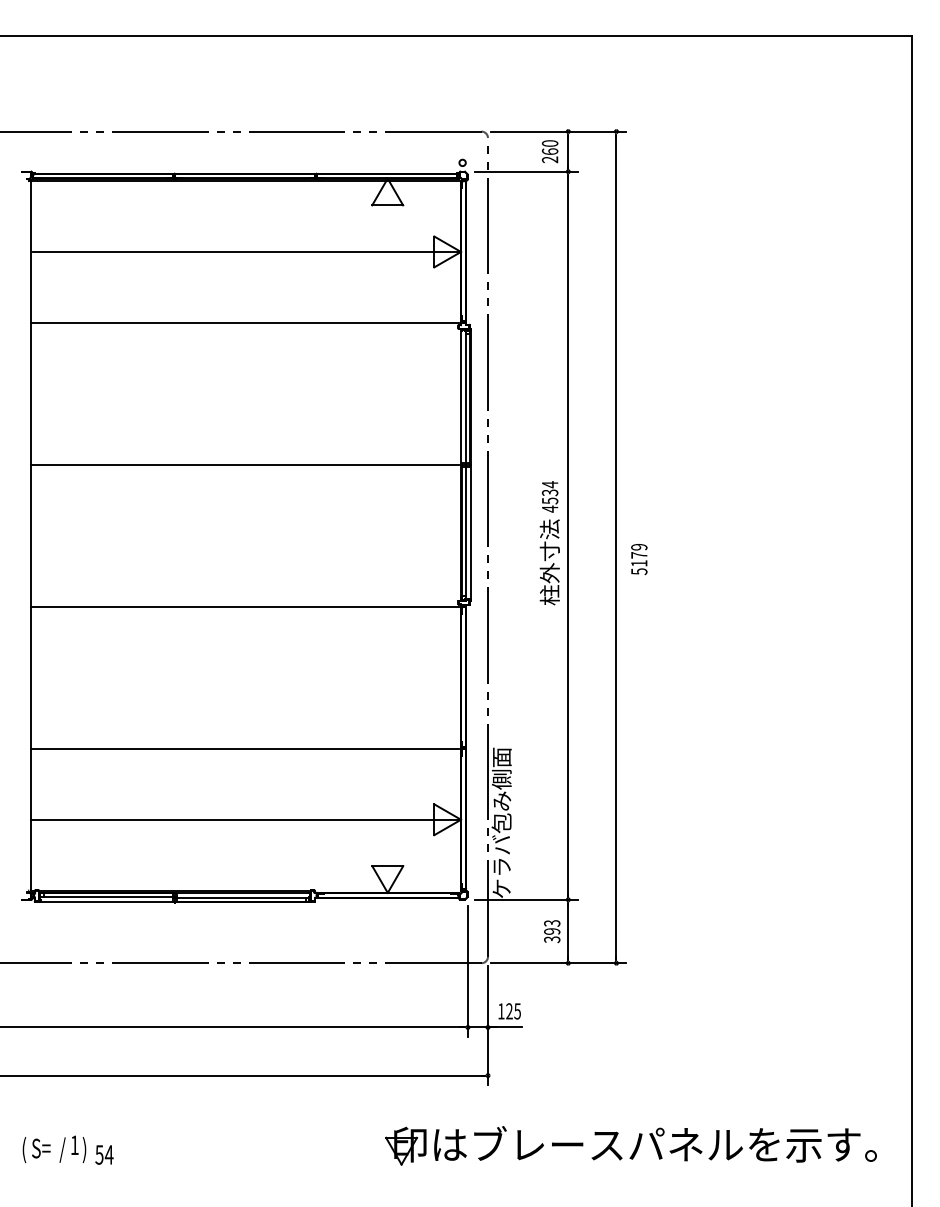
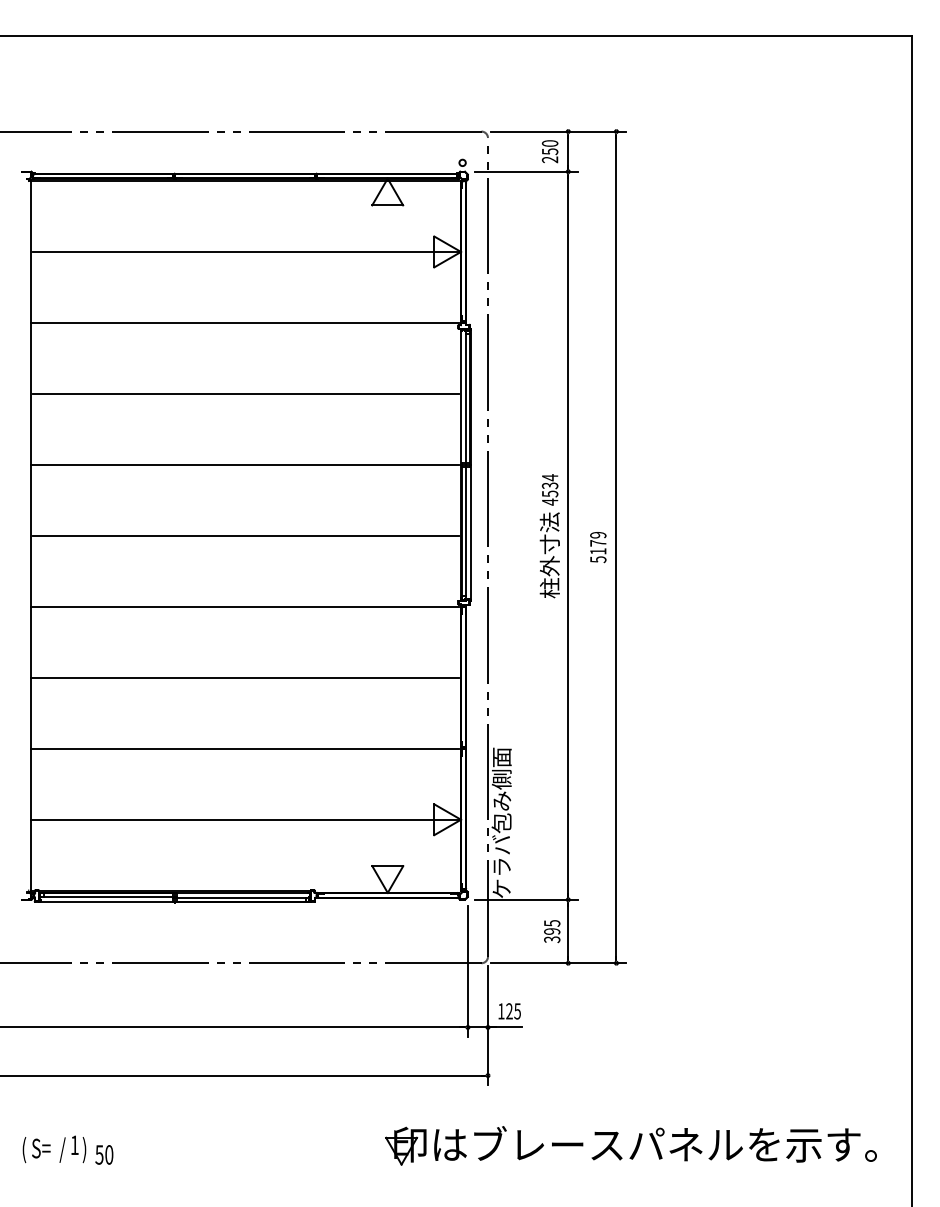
text at (549, 151): 260 -> 250
line at (245, 393): none -> present
line at (245, 535): none -> present
text at (549, 543) position: (549, 543) -> (549, 536)
text at (639, 559) position: (639, 559) -> (598, 547)
line at (244, 677): none -> present
text at (551, 923): 393 -> 395
text at (108, 1154): 54 -> 50
